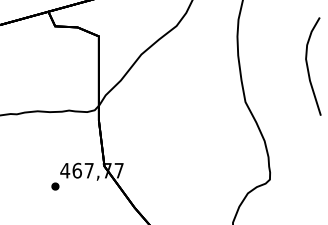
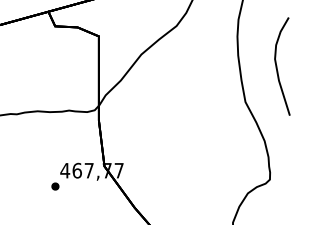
curve at (308, 66) position: (308, 66) -> (277, 66)
